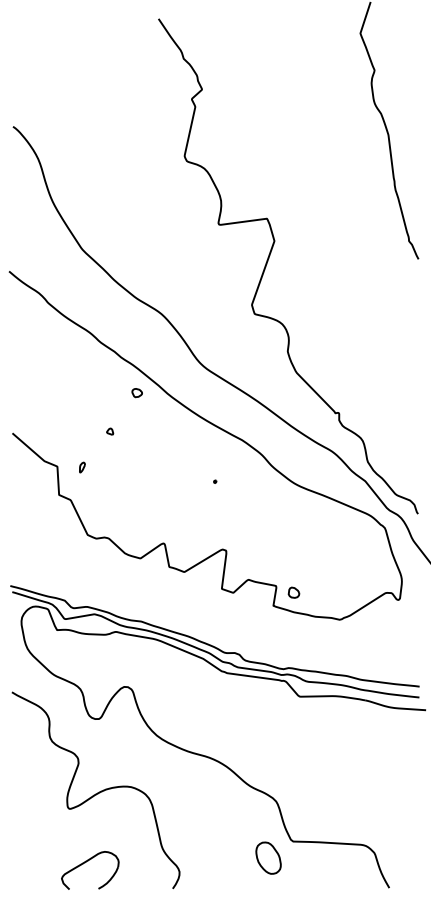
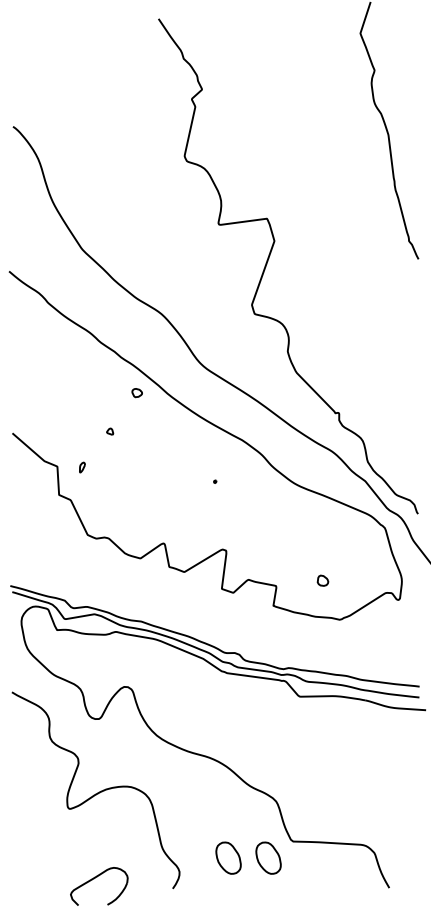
part at (293, 592) position: (293, 592) -> (322, 580)
part at (228, 857): none -> present
part at (85, 863) position: (85, 863) -> (94, 879)
